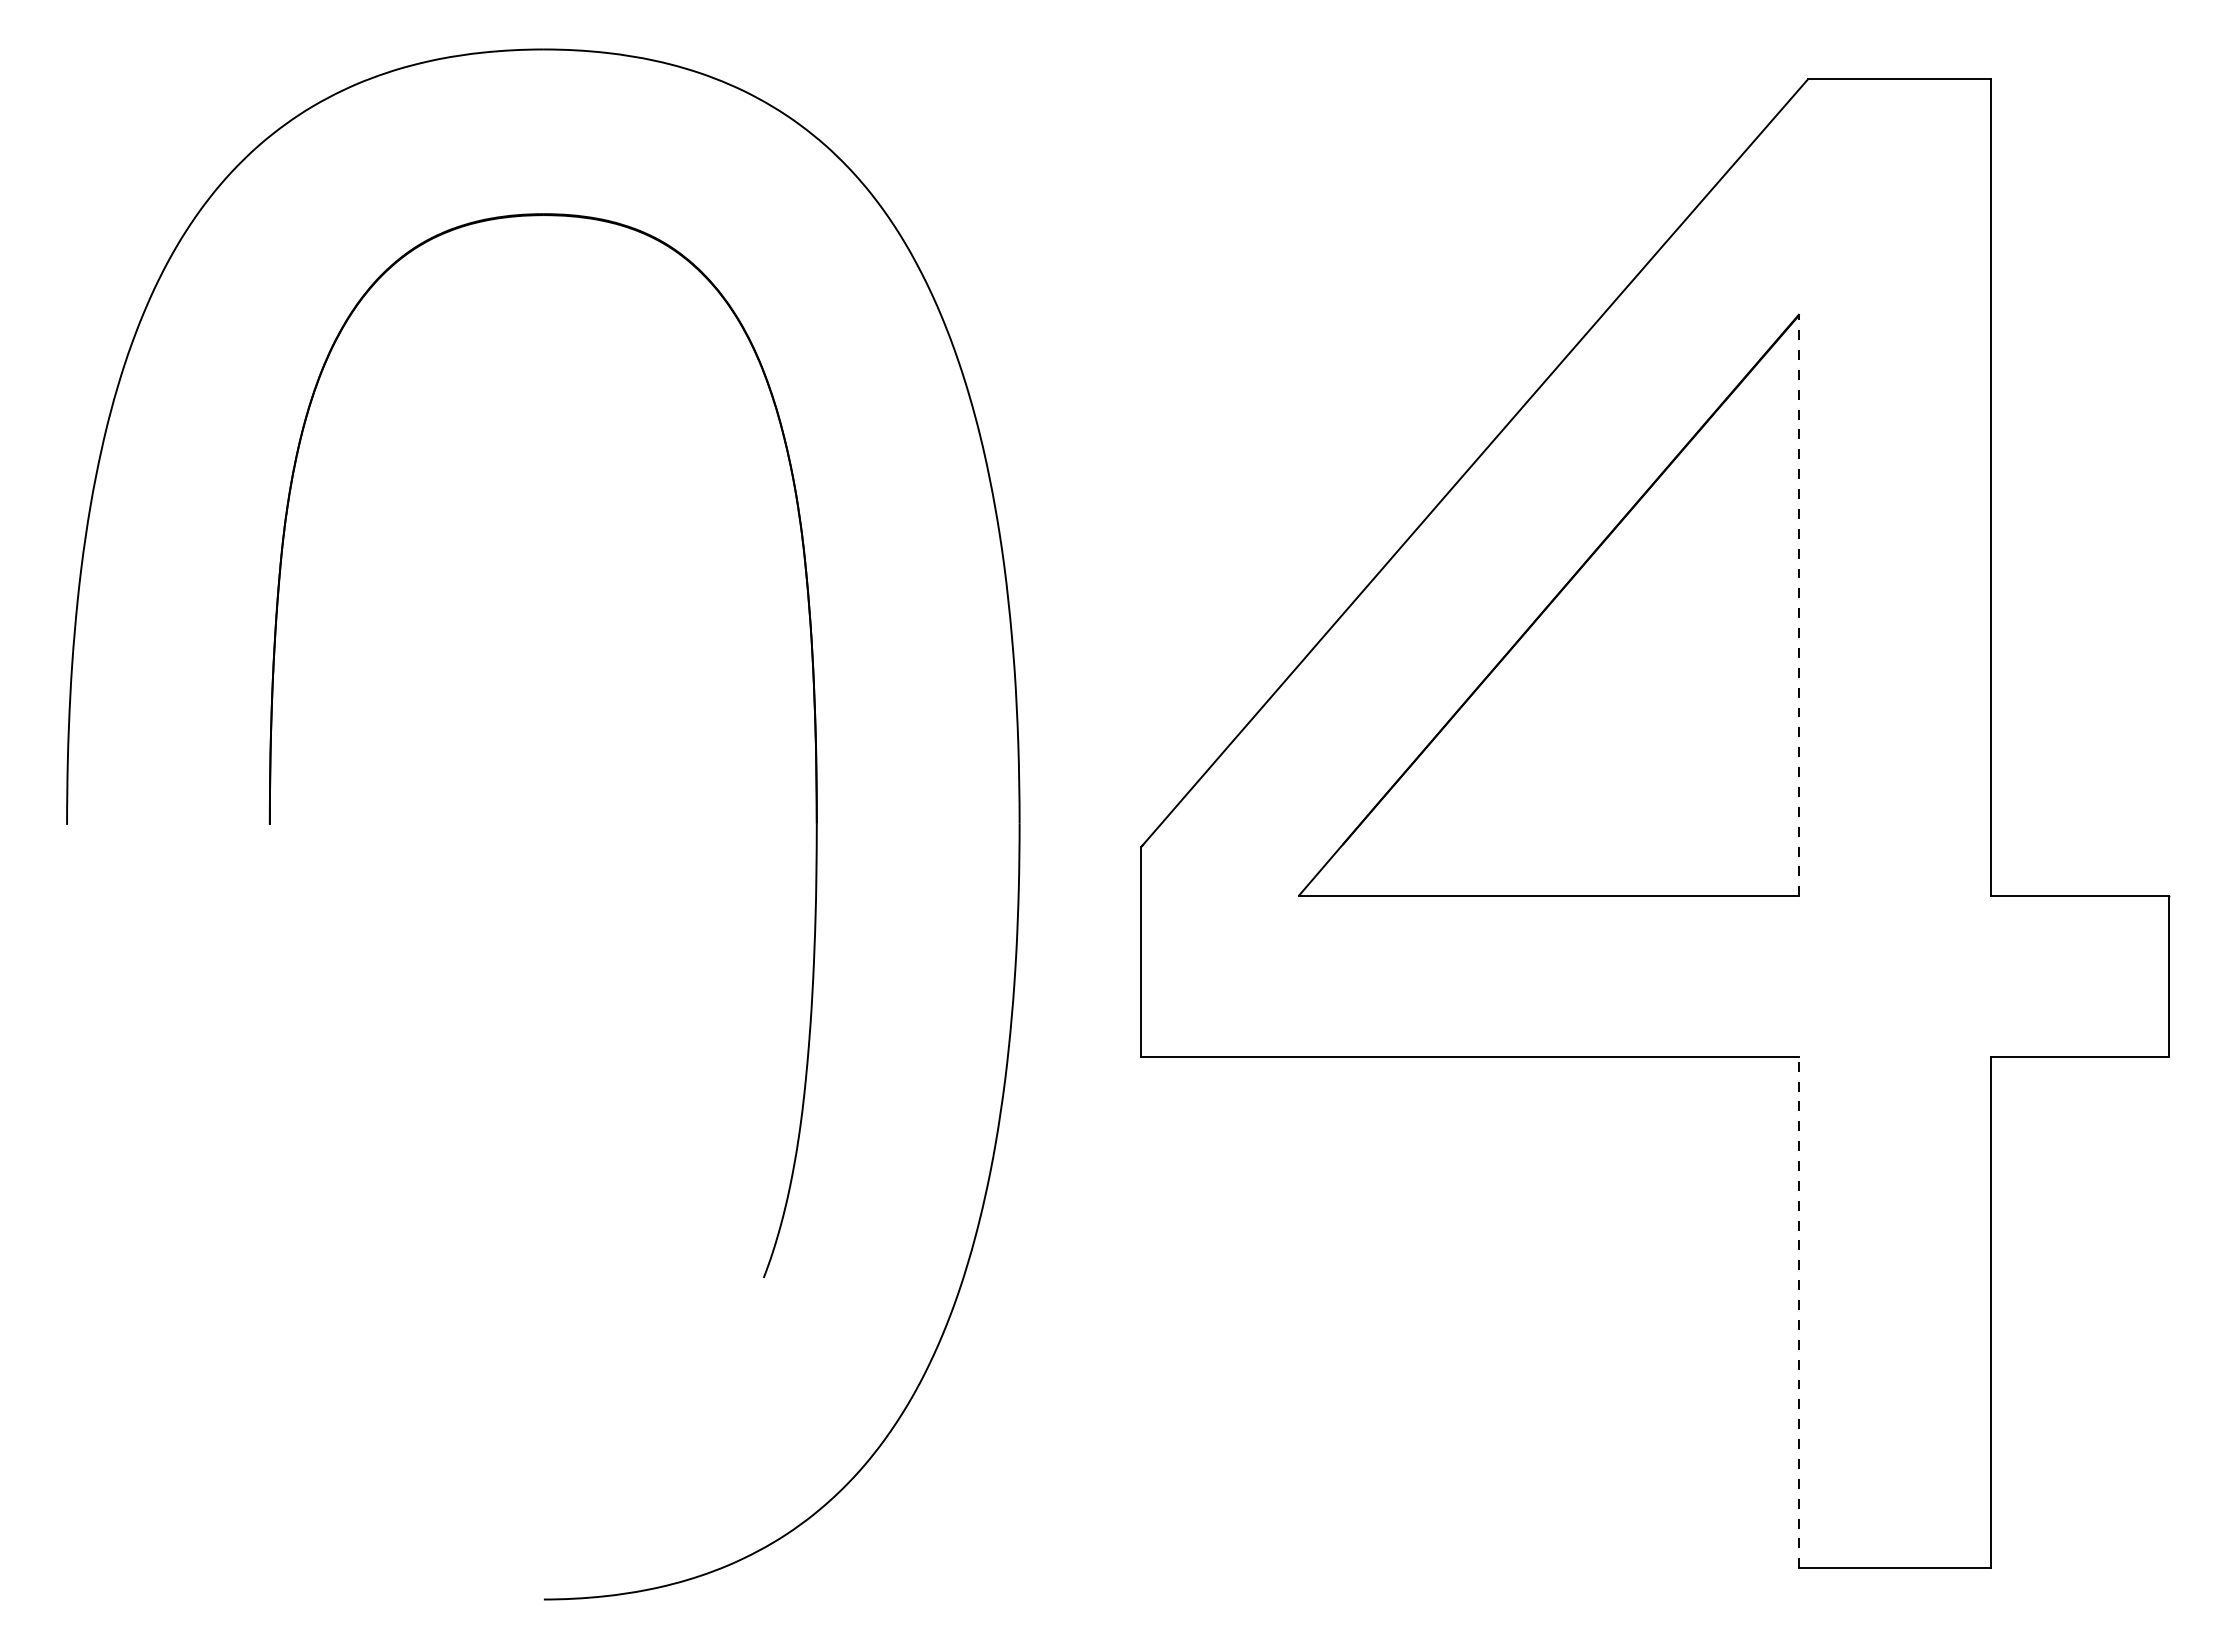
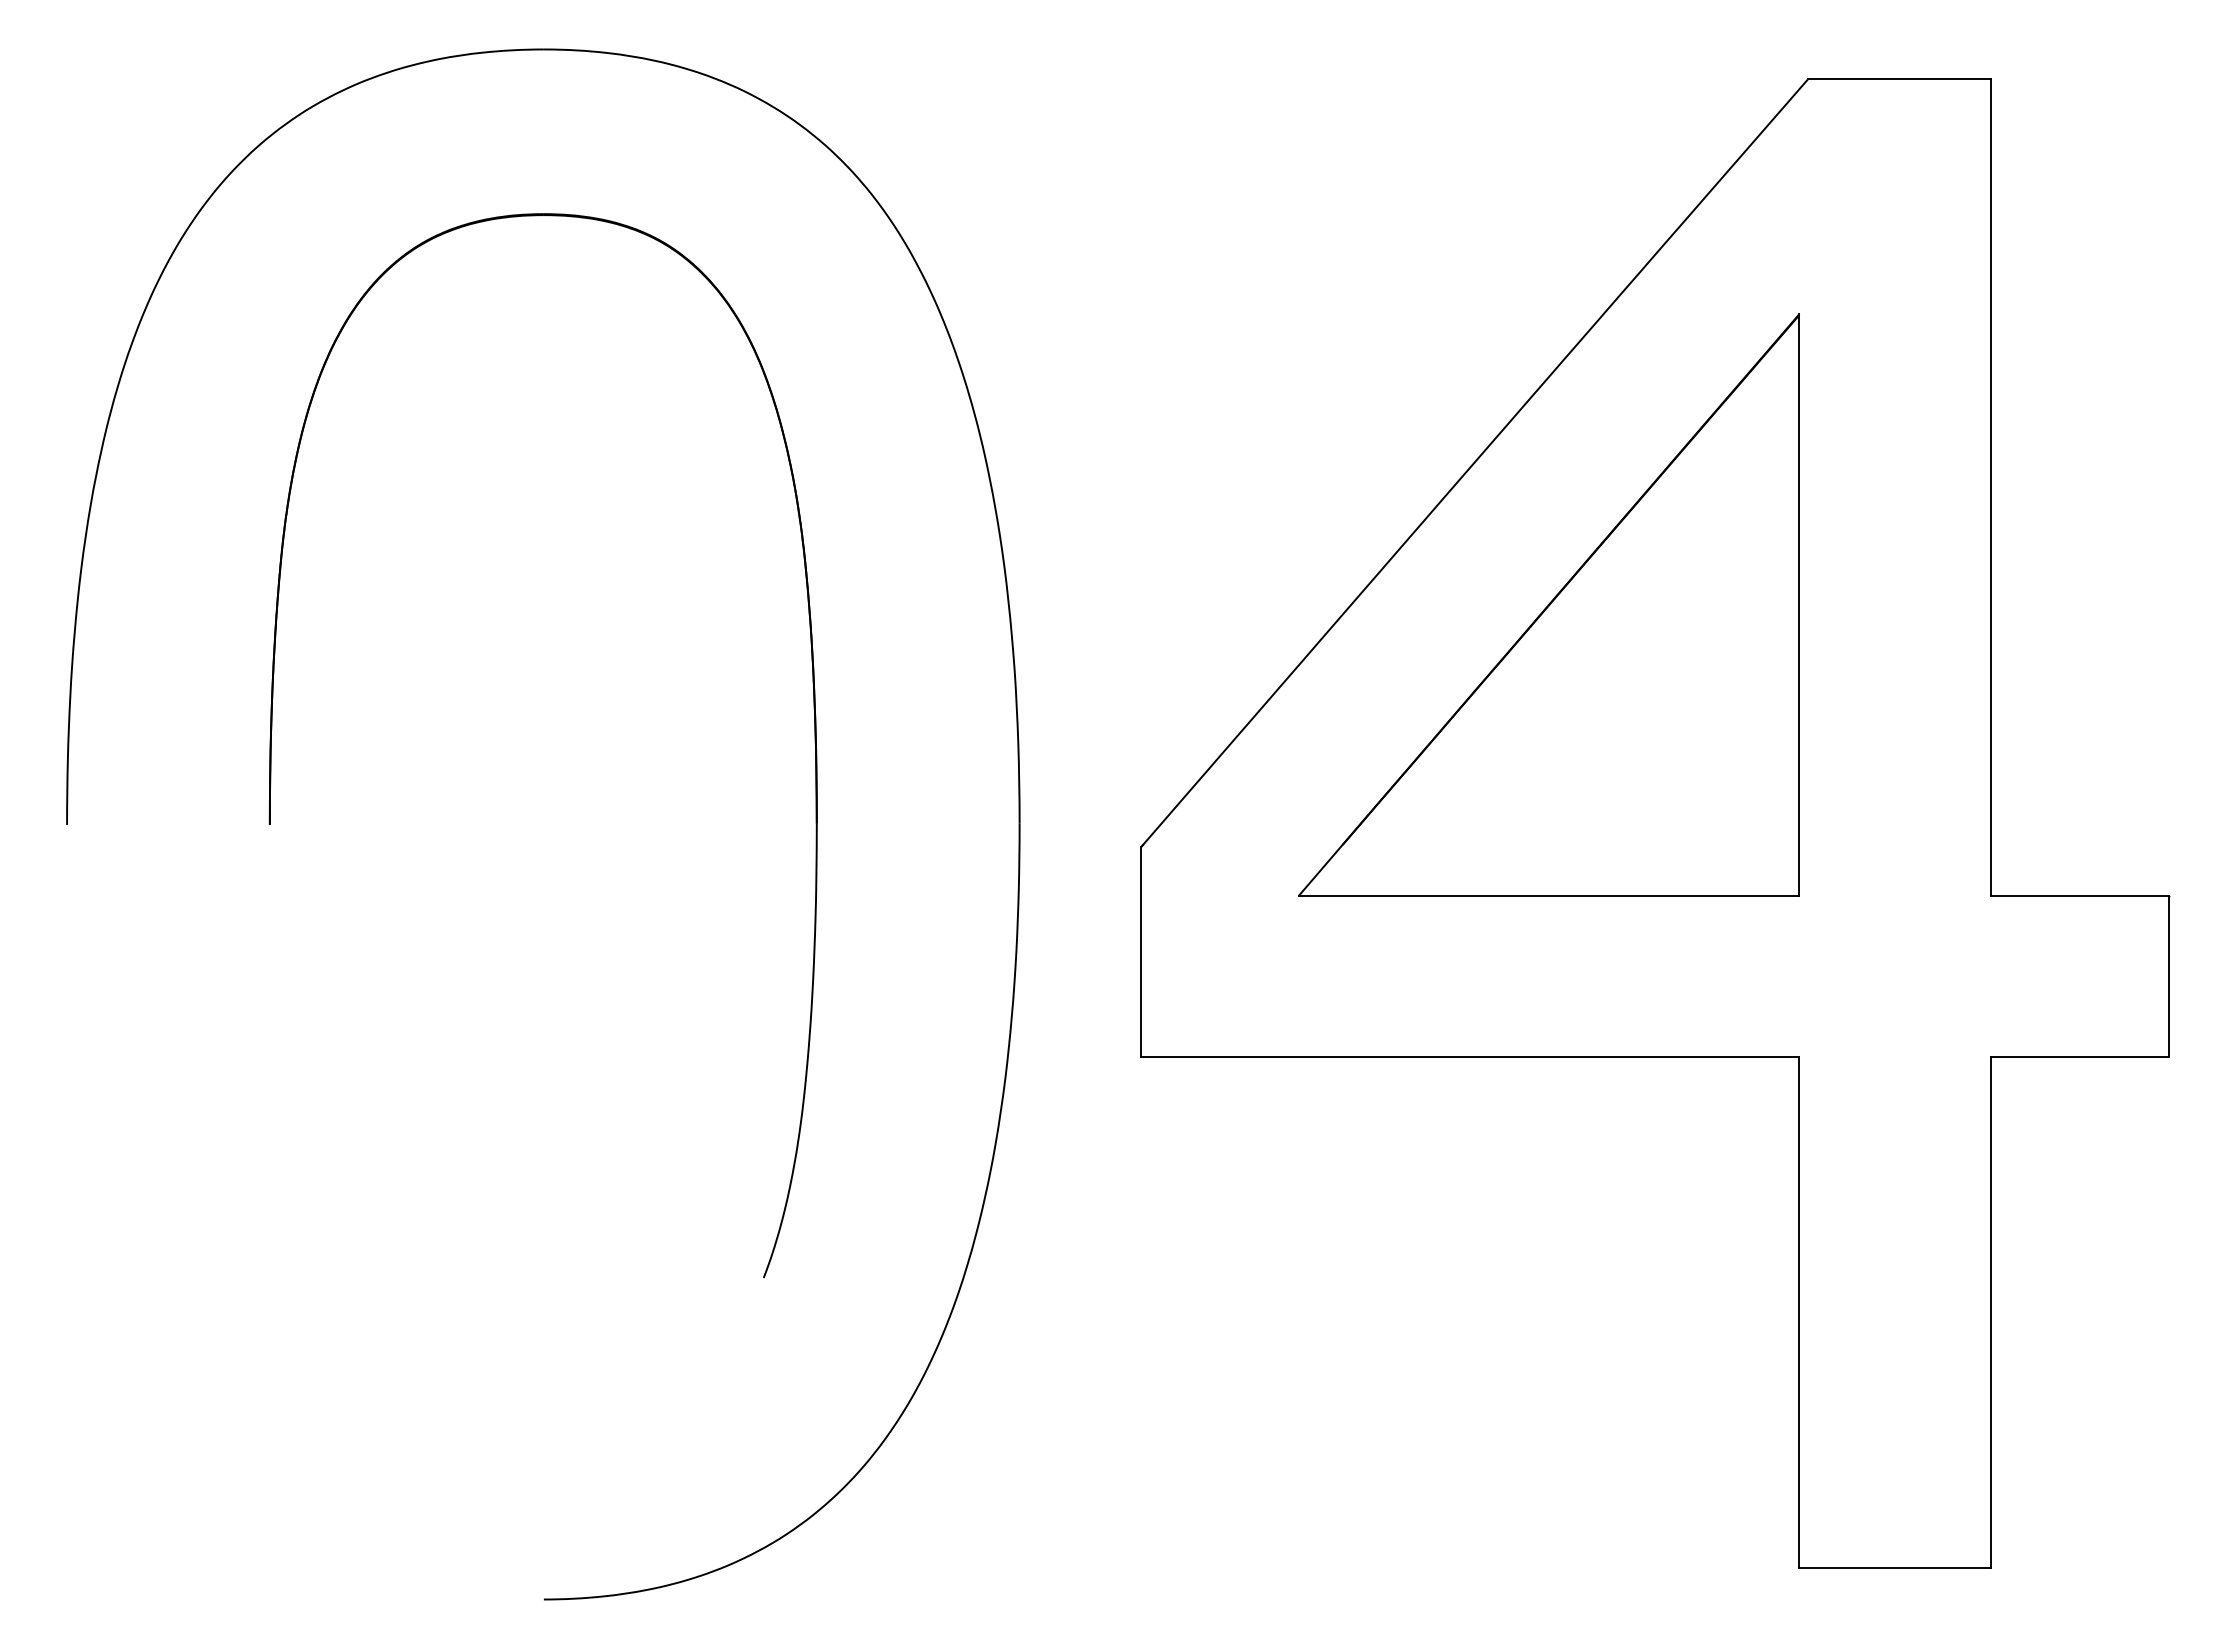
line at (1799, 604): dashed -> solid
line at (1799, 1312): dashed -> solid
